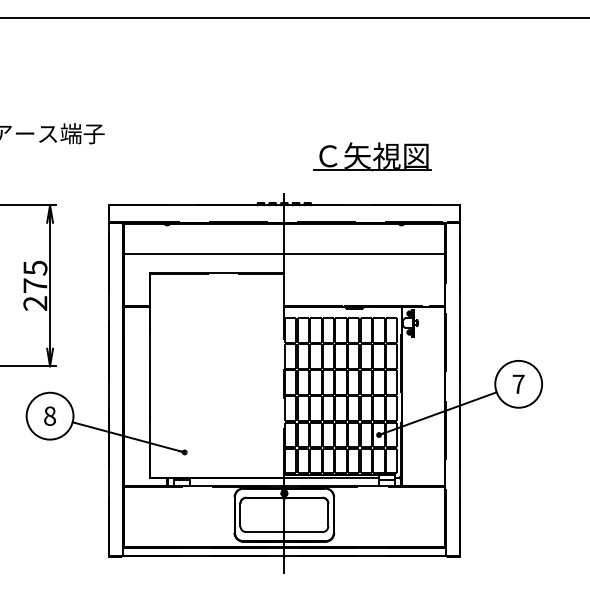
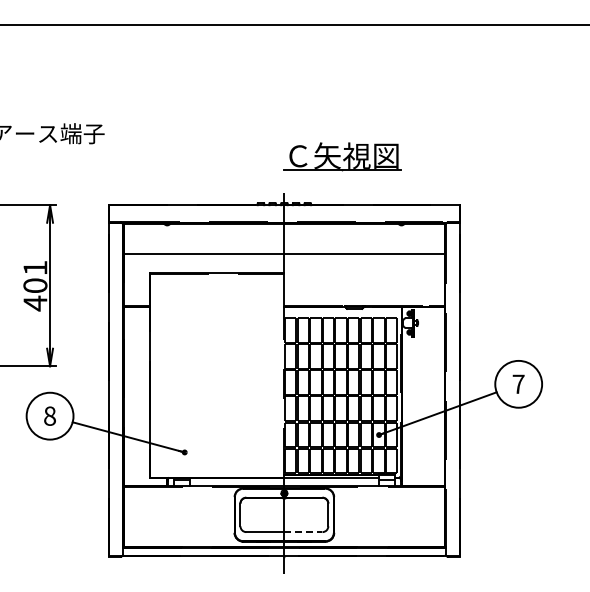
line at (294, 17) position: (294, 17) -> (294, 24)
part at (372, 156) position: (372, 156) -> (342, 156)
text at (35, 285): 275 -> 401
line at (303, 532): solid -> dashed
